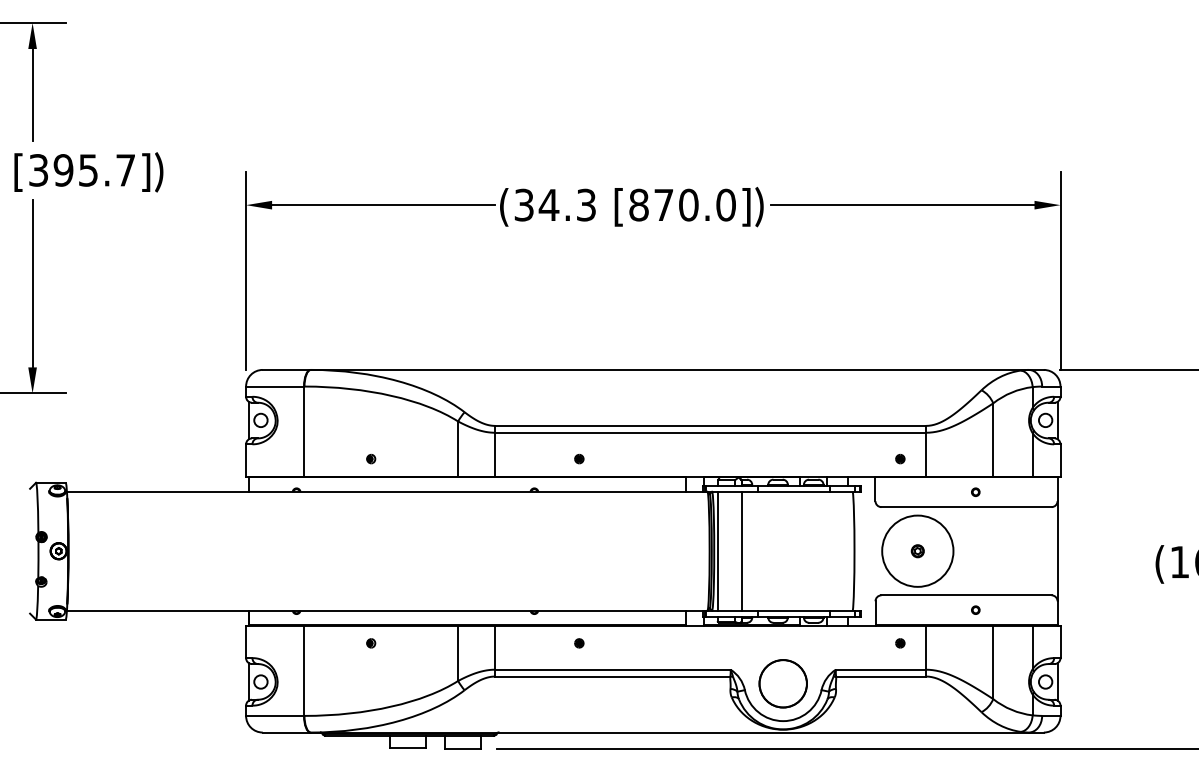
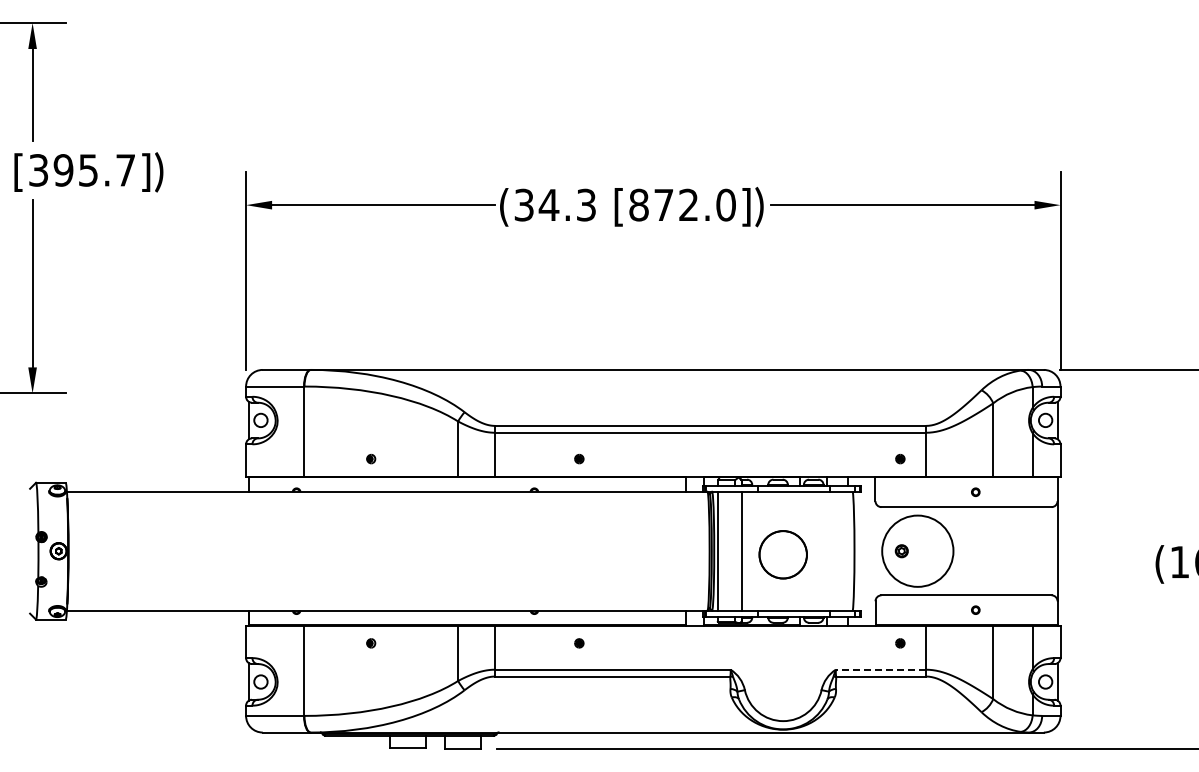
text at (688, 204): [870.0] -> [872.0]
part at (917, 551) position: (917, 551) -> (901, 551)
line at (880, 669): solid -> dashed
circle at (782, 683) position: (782, 683) -> (782, 554)
